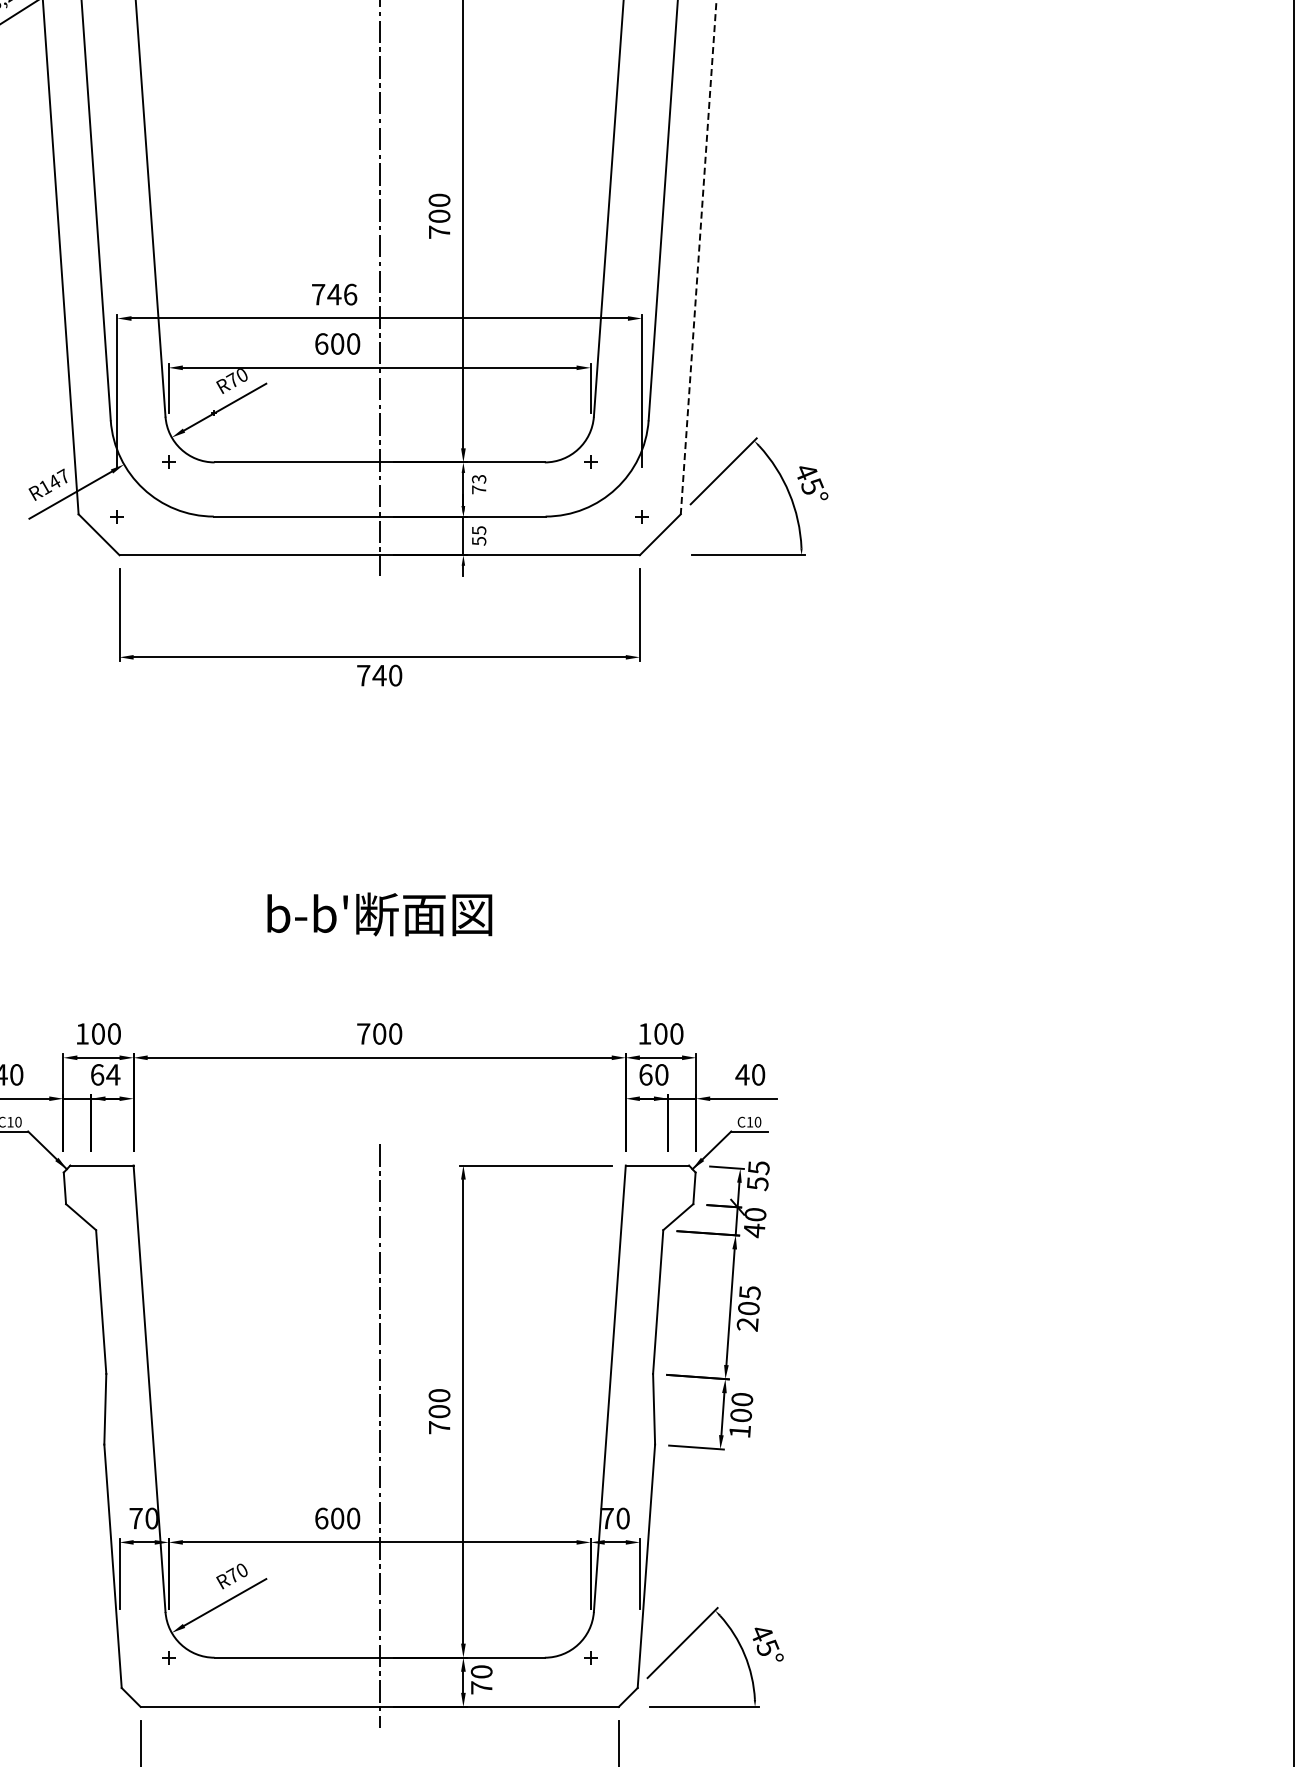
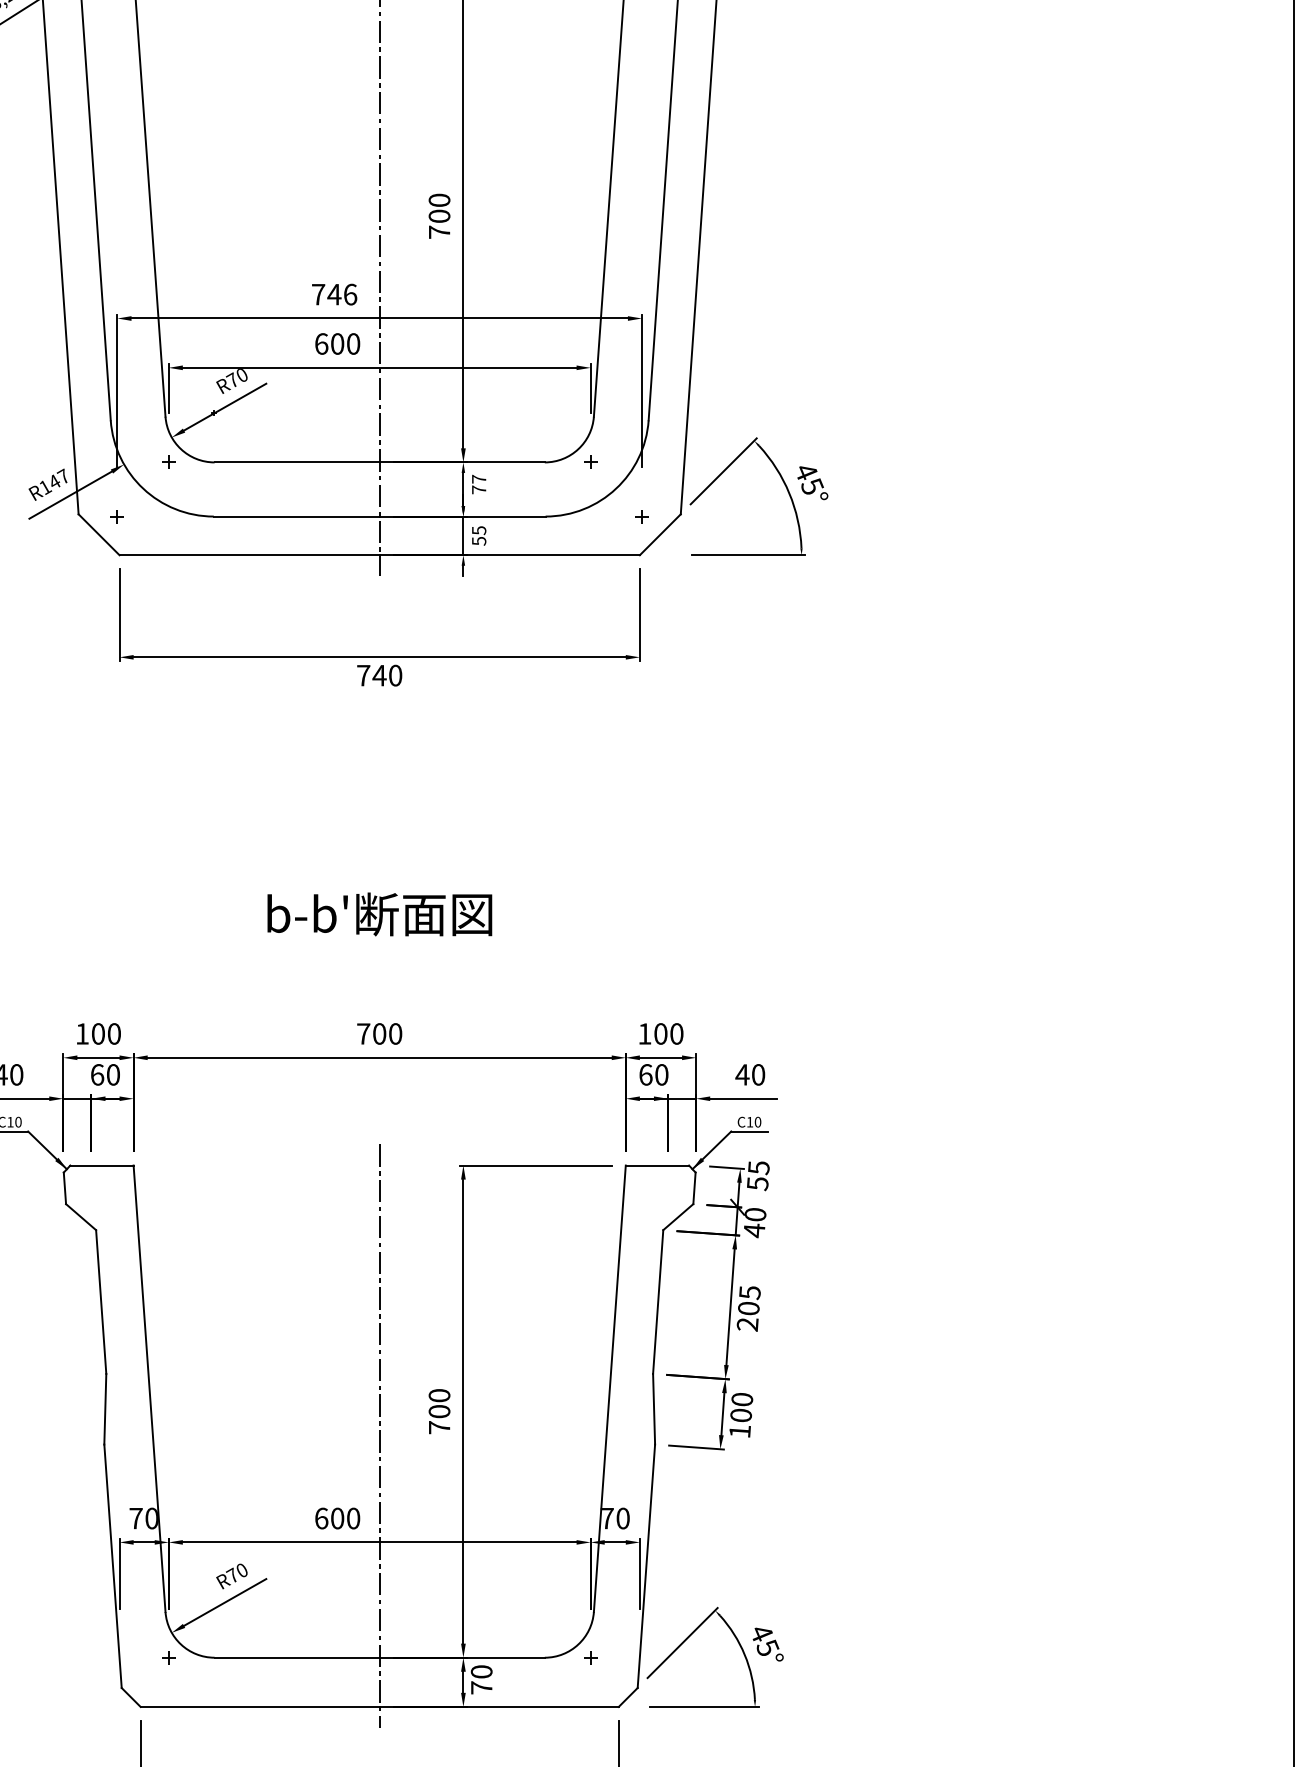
line at (698, 257): dashed -> solid
text at (478, 478): 73 -> 77
text at (113, 1074): 64 -> 60
